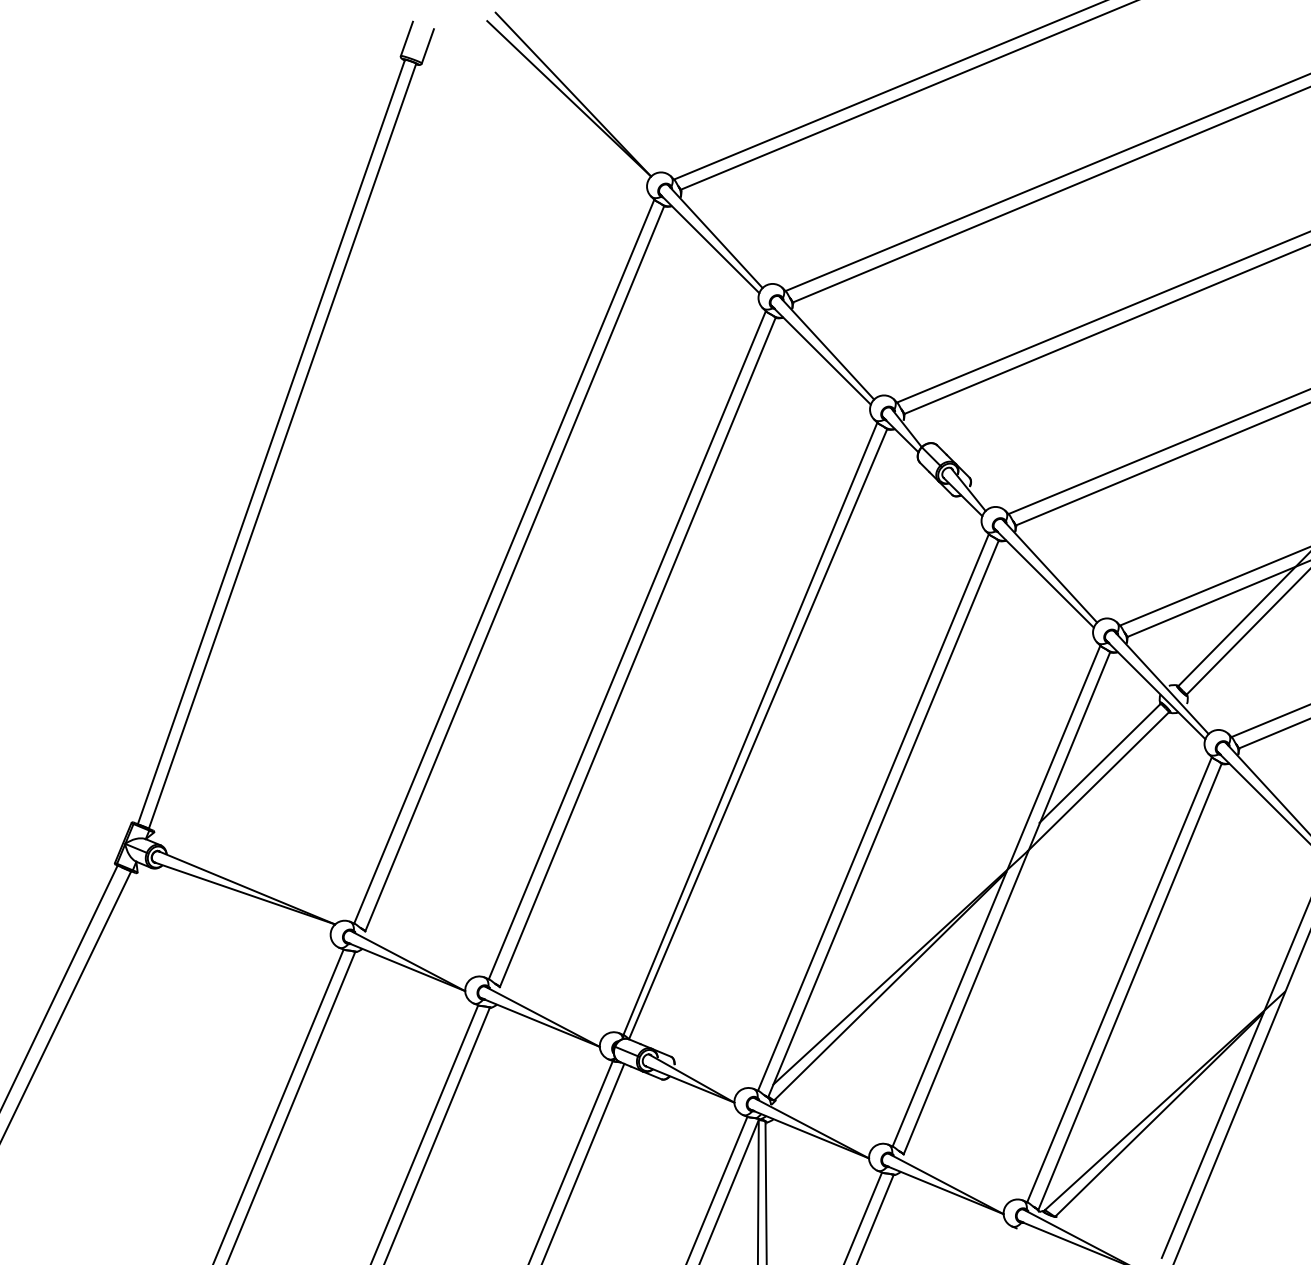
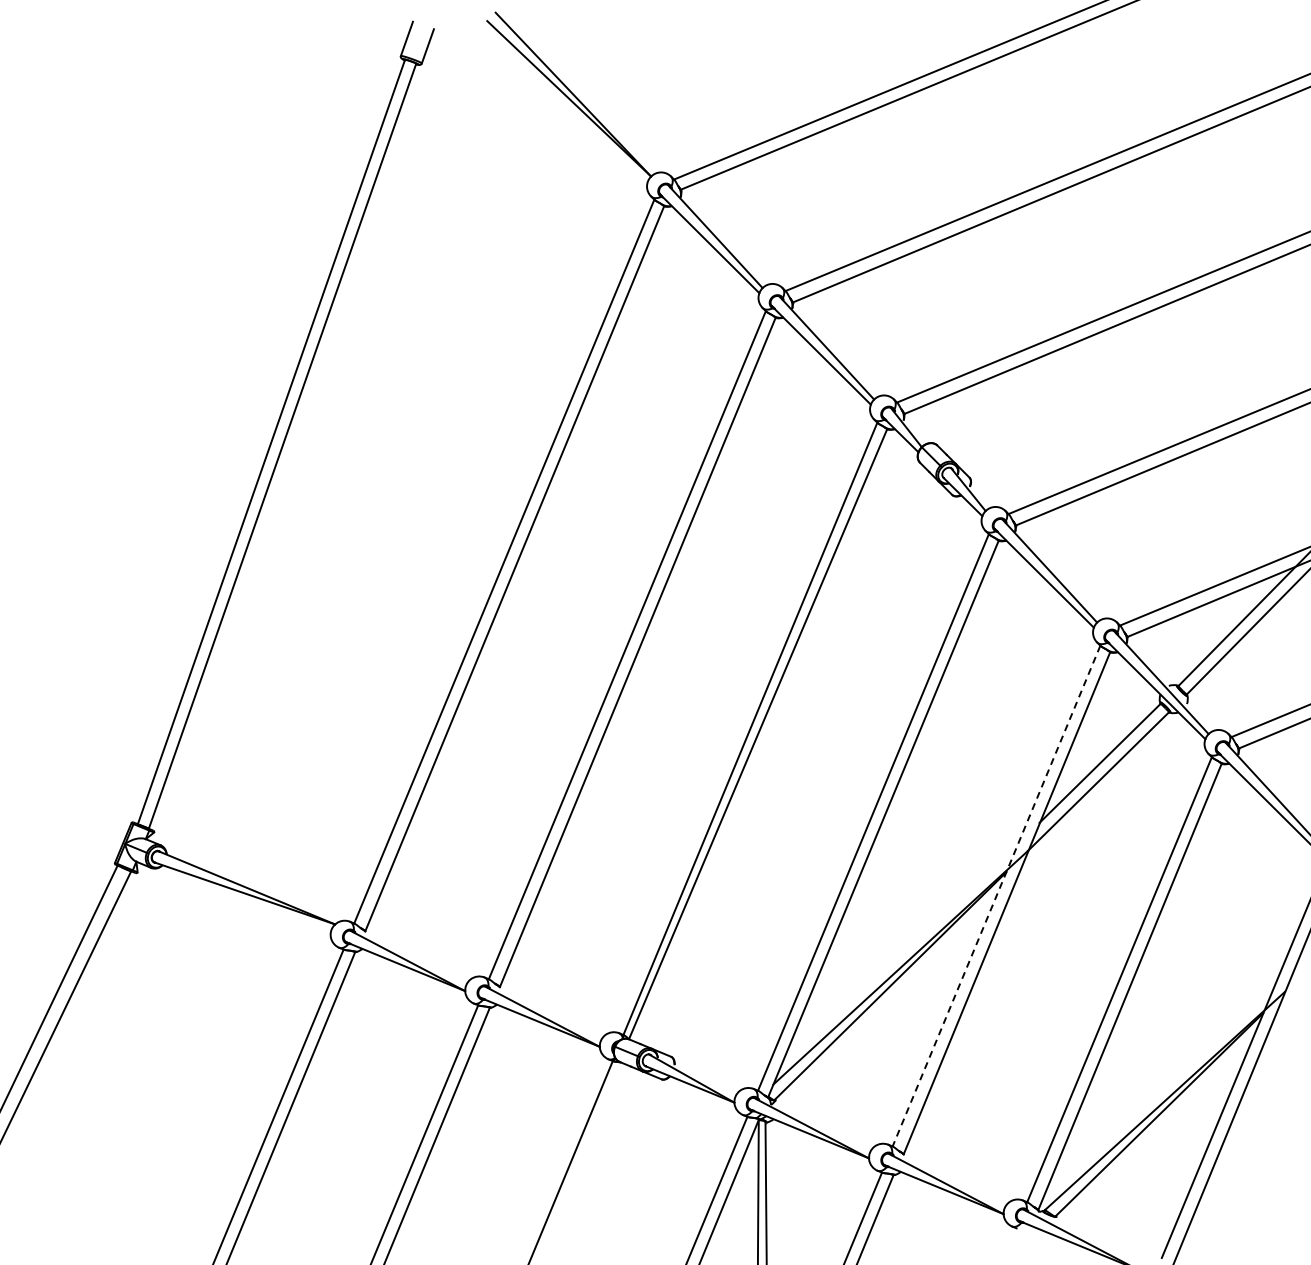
line at (996, 896): solid -> dashed
line at (583, 1162): present -> none
